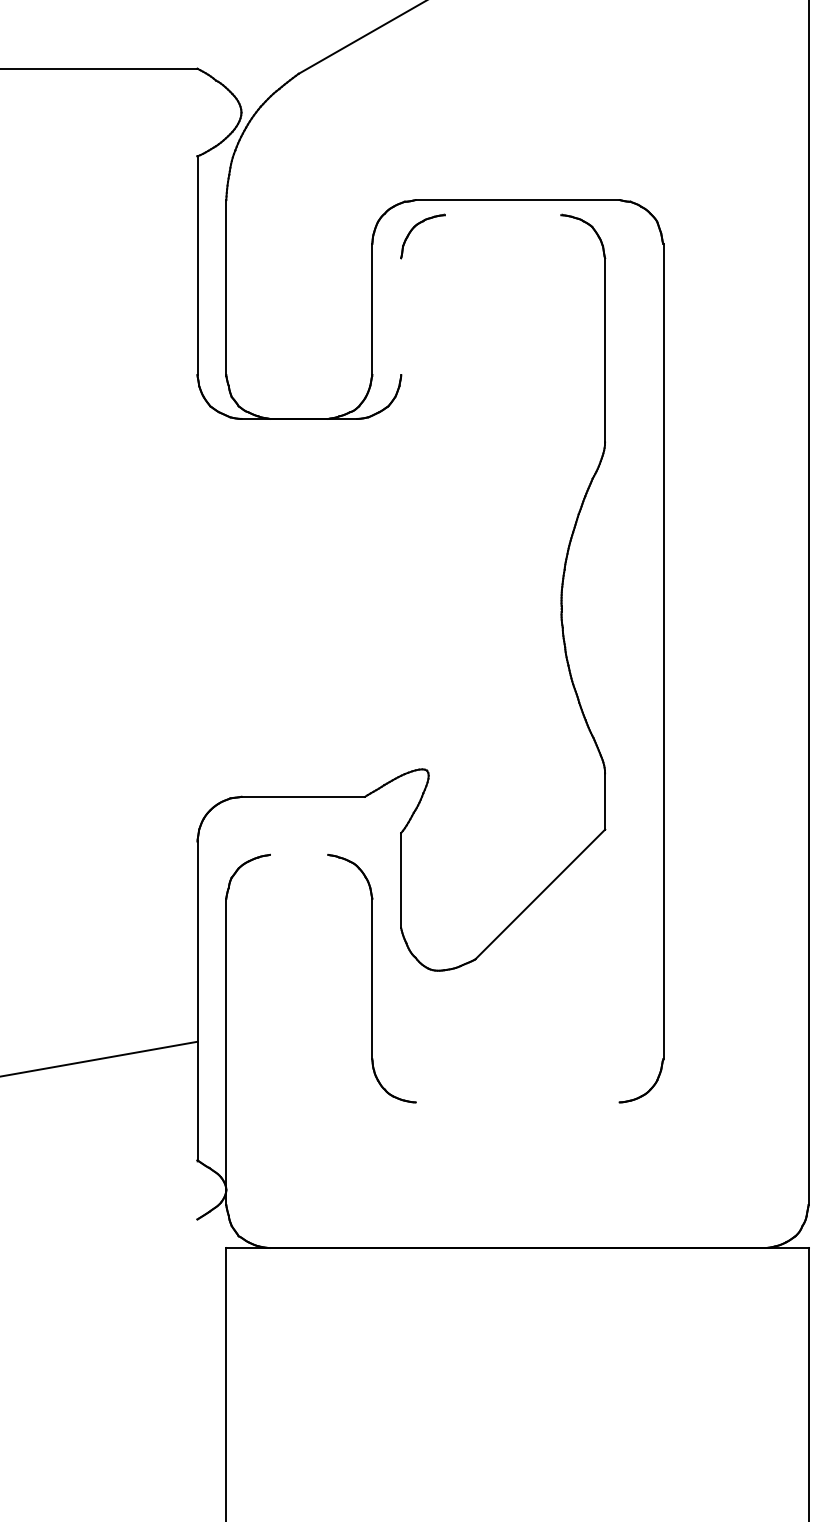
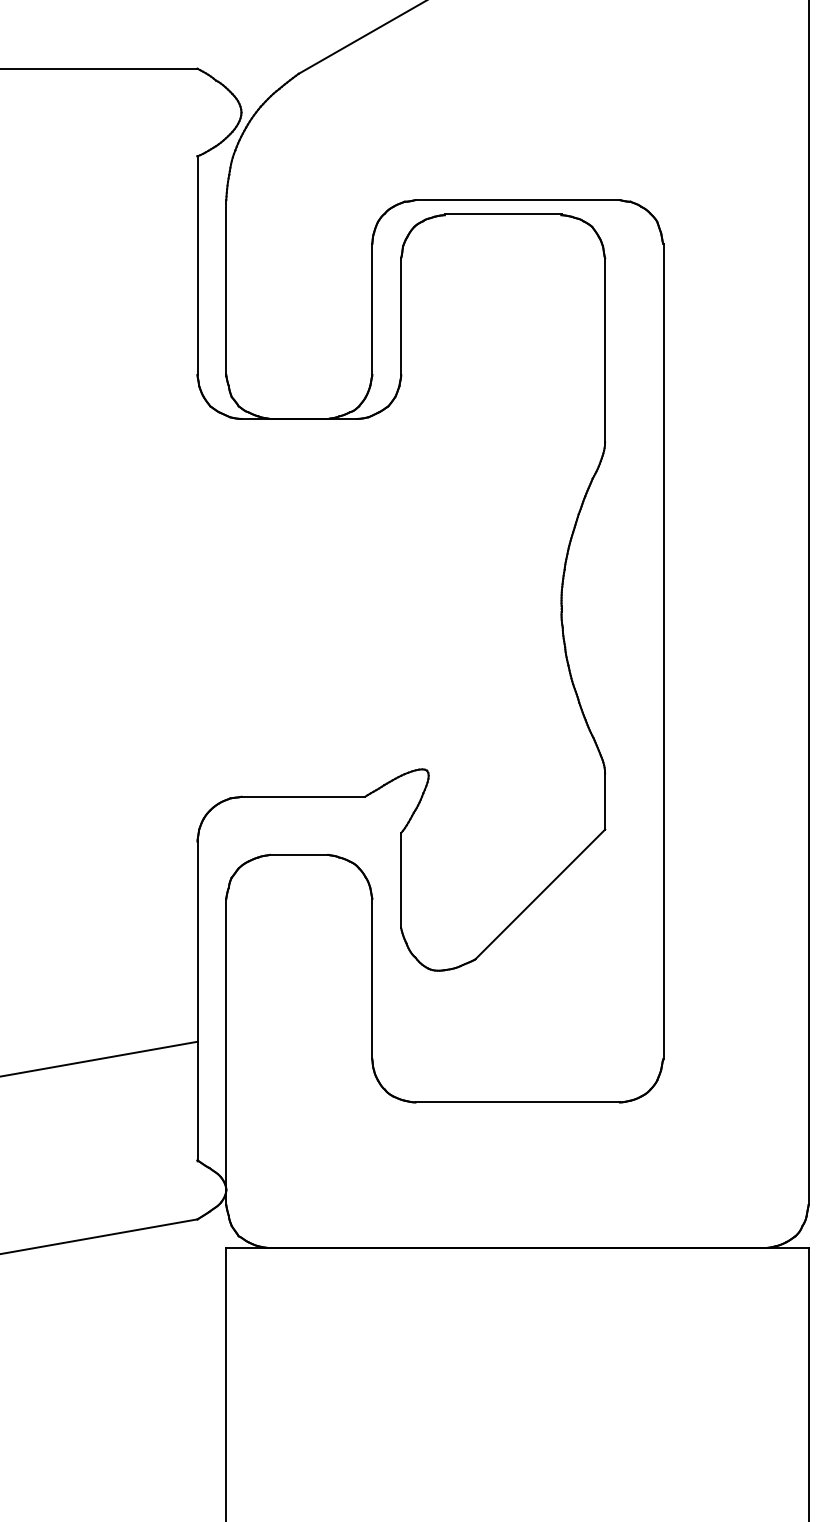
line at (502, 214): none -> present
line at (401, 316): none -> present
line at (299, 854): none -> present
line at (517, 1102): none -> present
line at (99, 1236): none -> present
